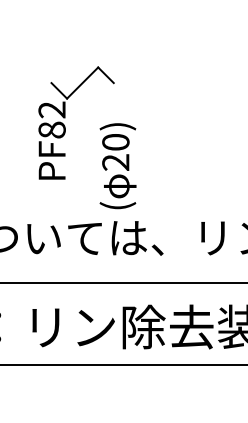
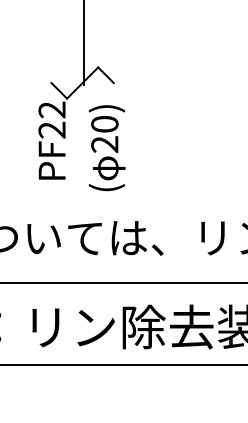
line at (83, 43): none -> present
text at (51, 129): PF82 -> PF22
text at (117, 166) position: (117, 166) -> (106, 148)
